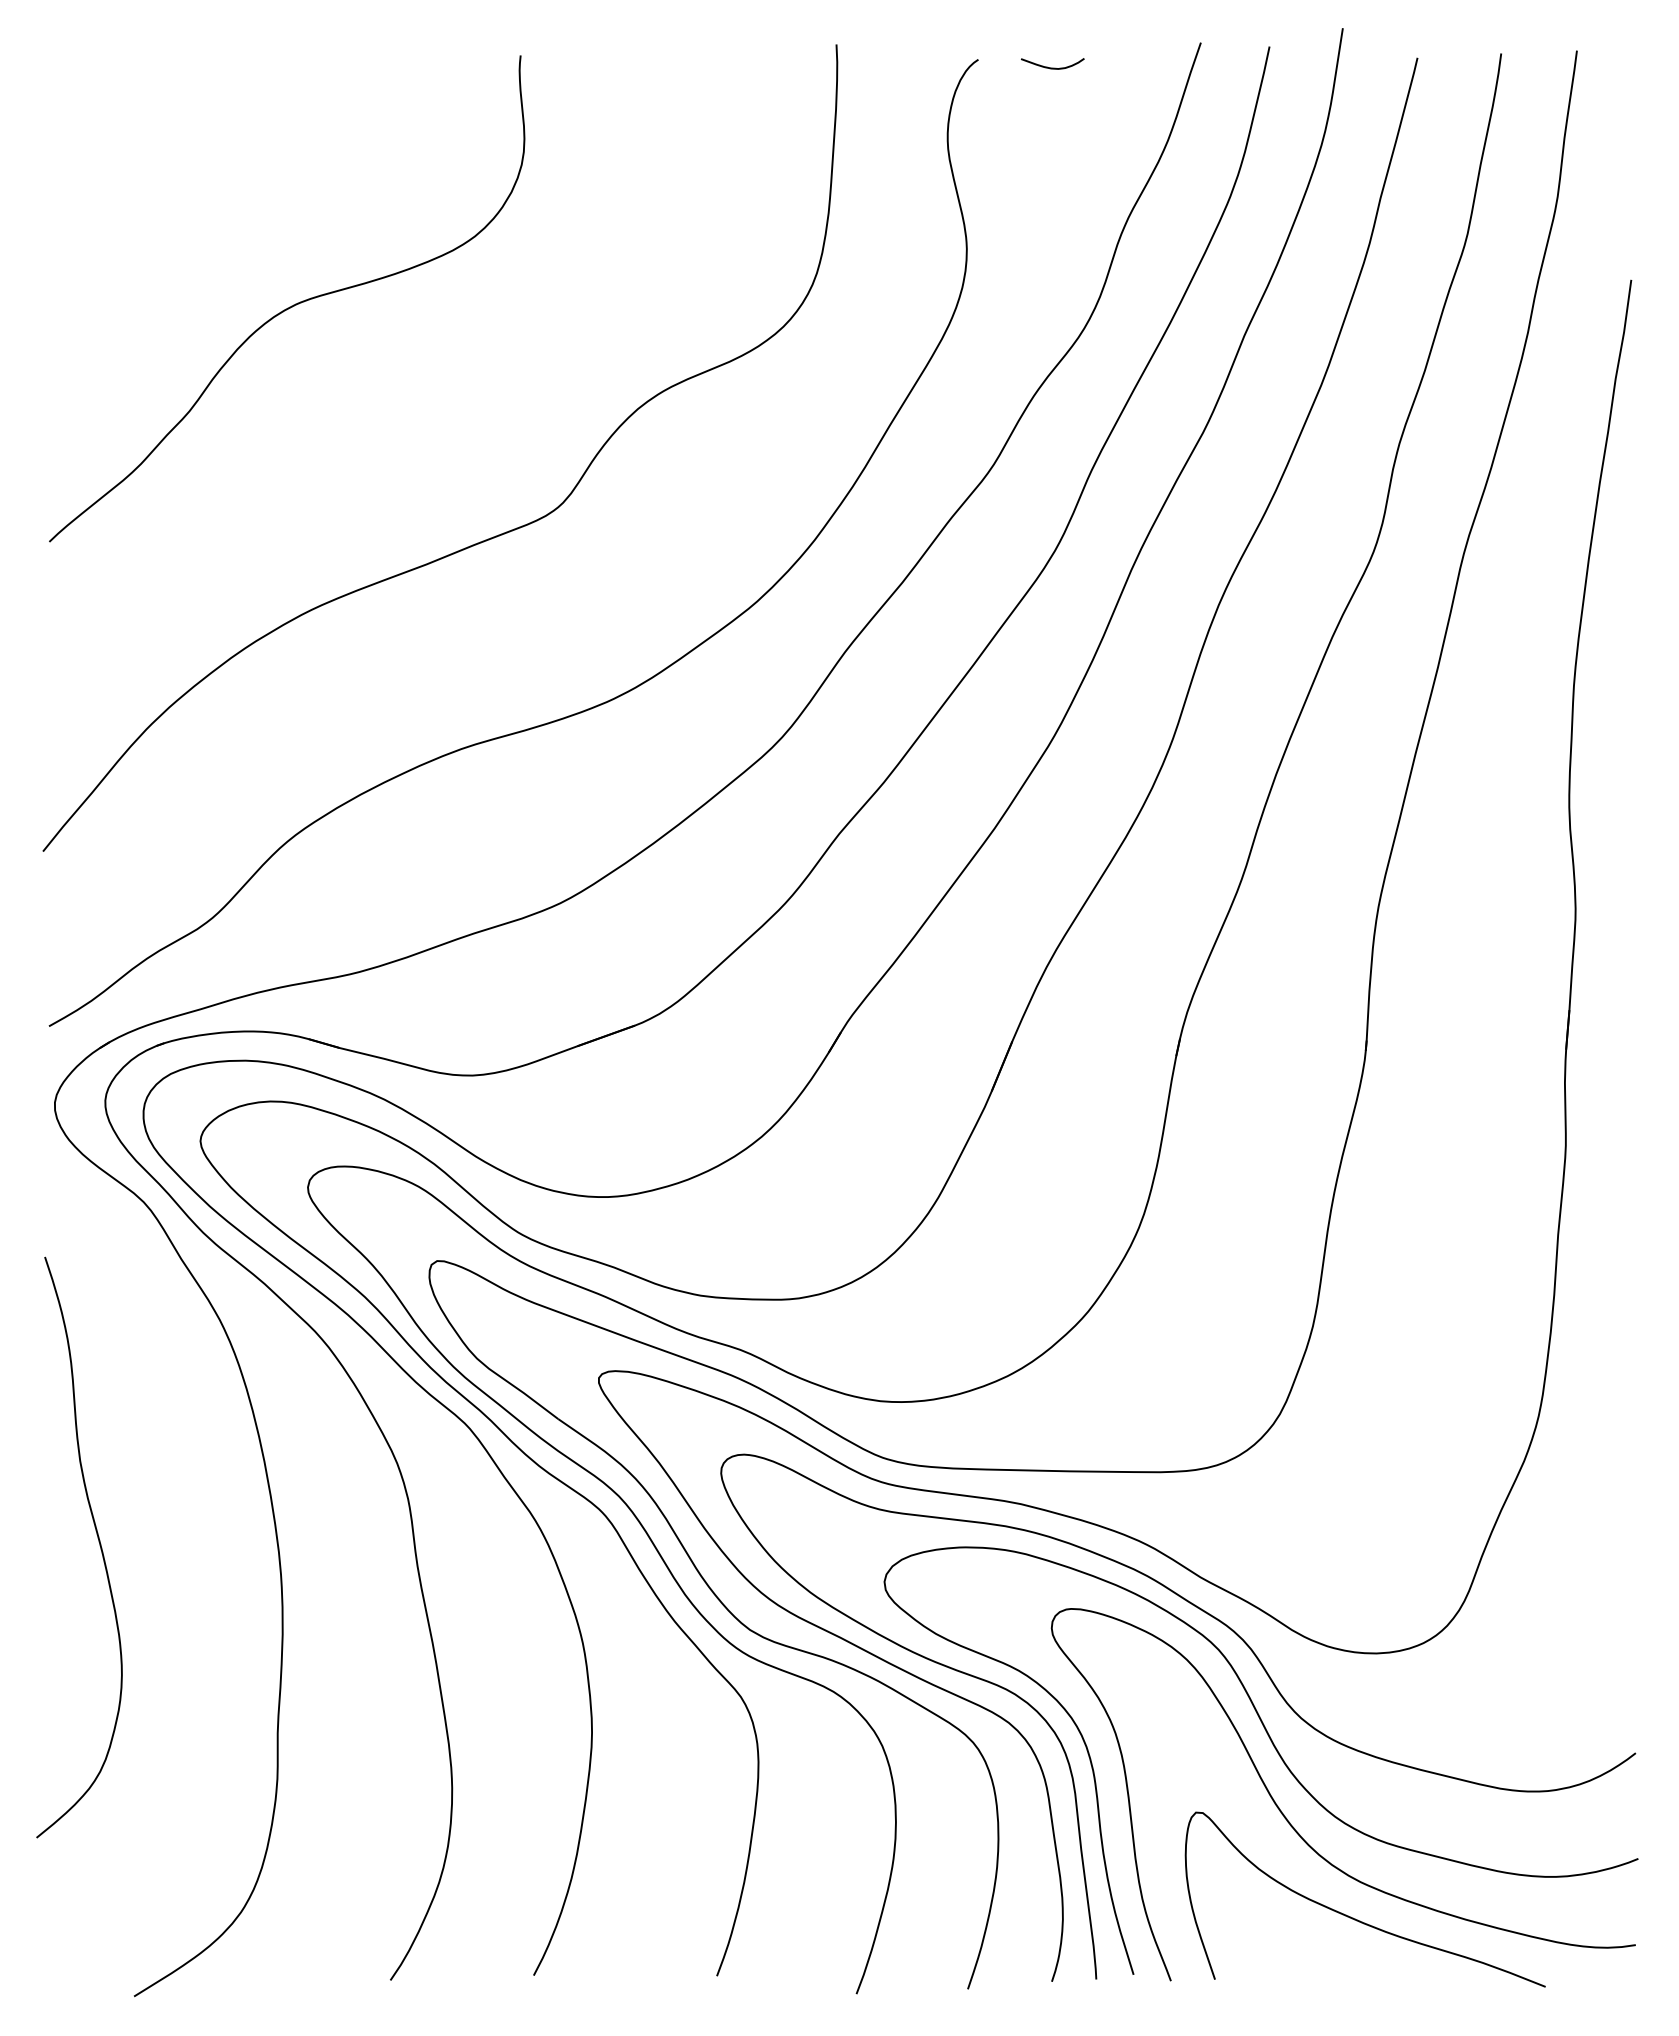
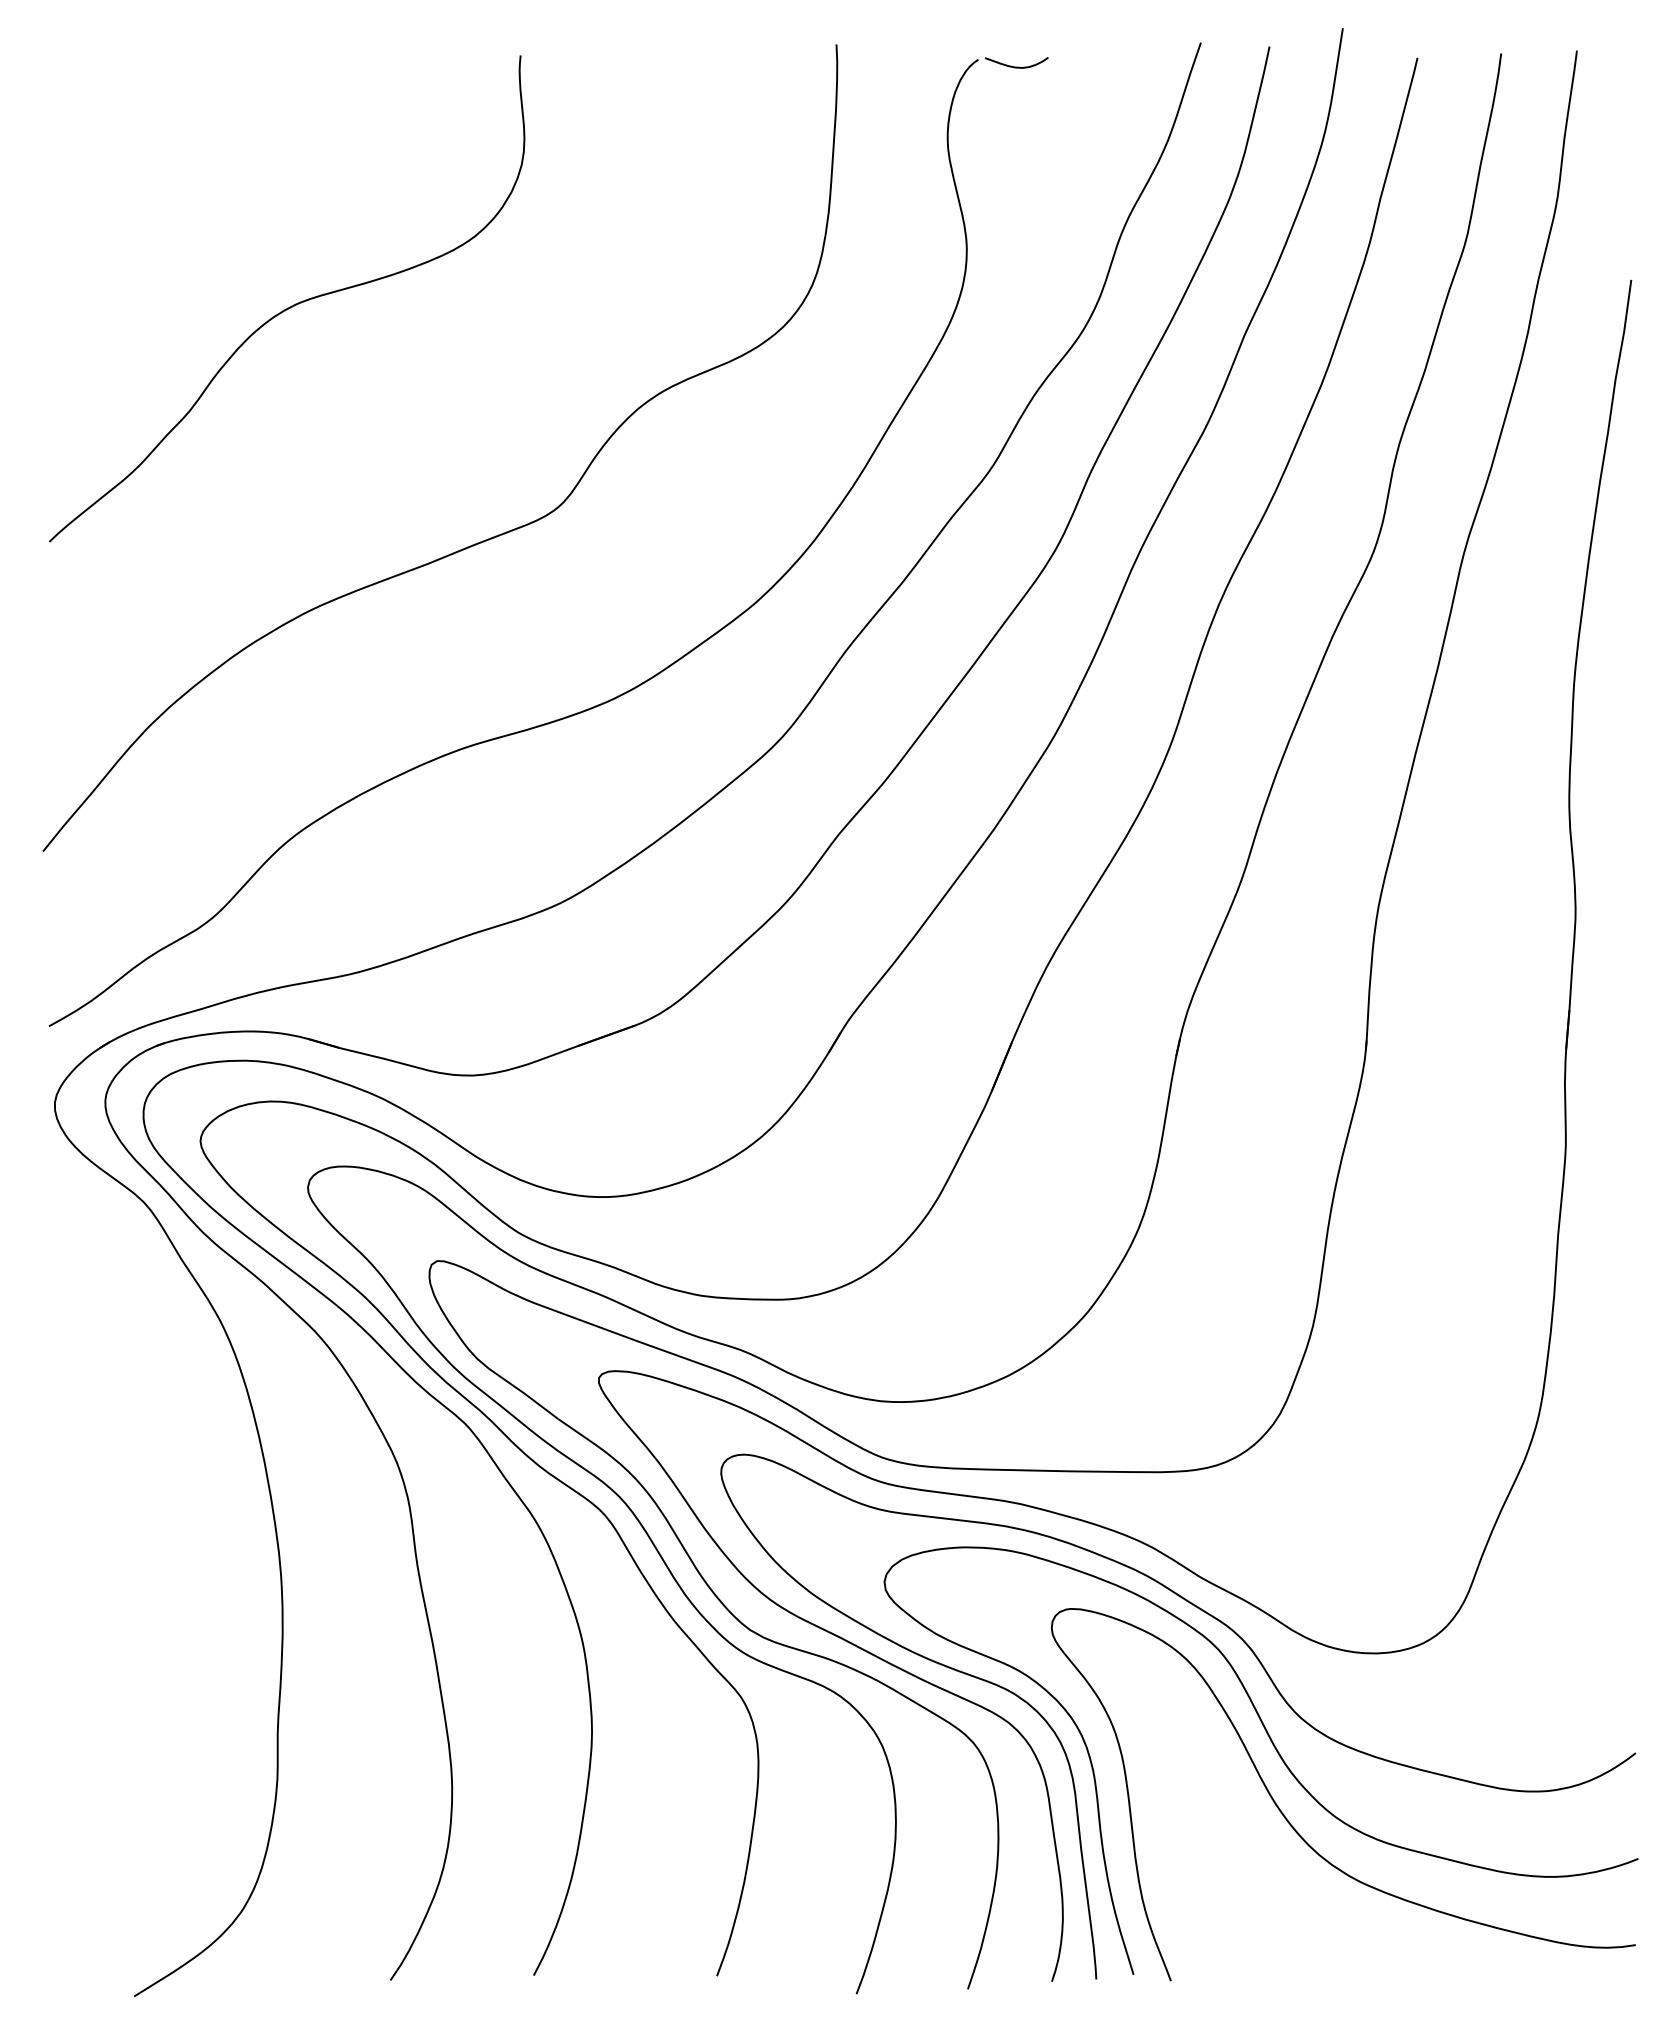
curve at (1052, 67) position: (1052, 67) -> (1016, 66)
curve at (98, 1542): present -> none
curve at (1355, 1918): present -> none
